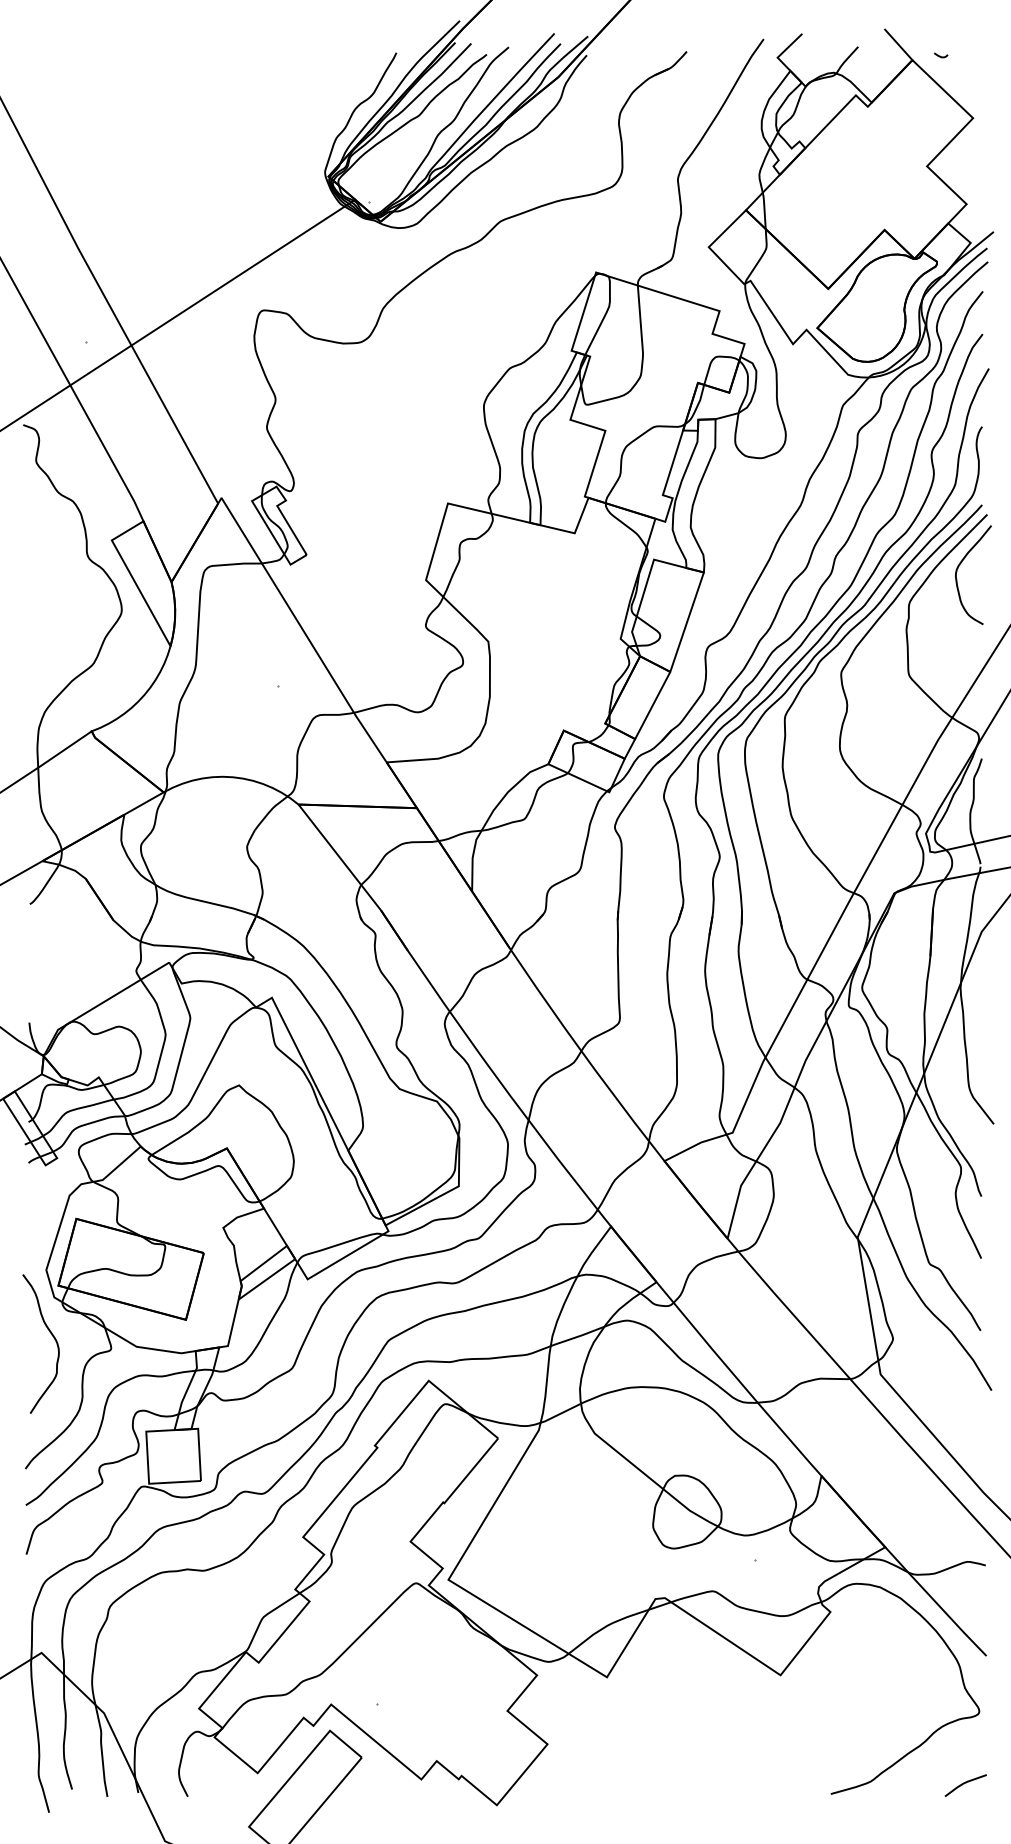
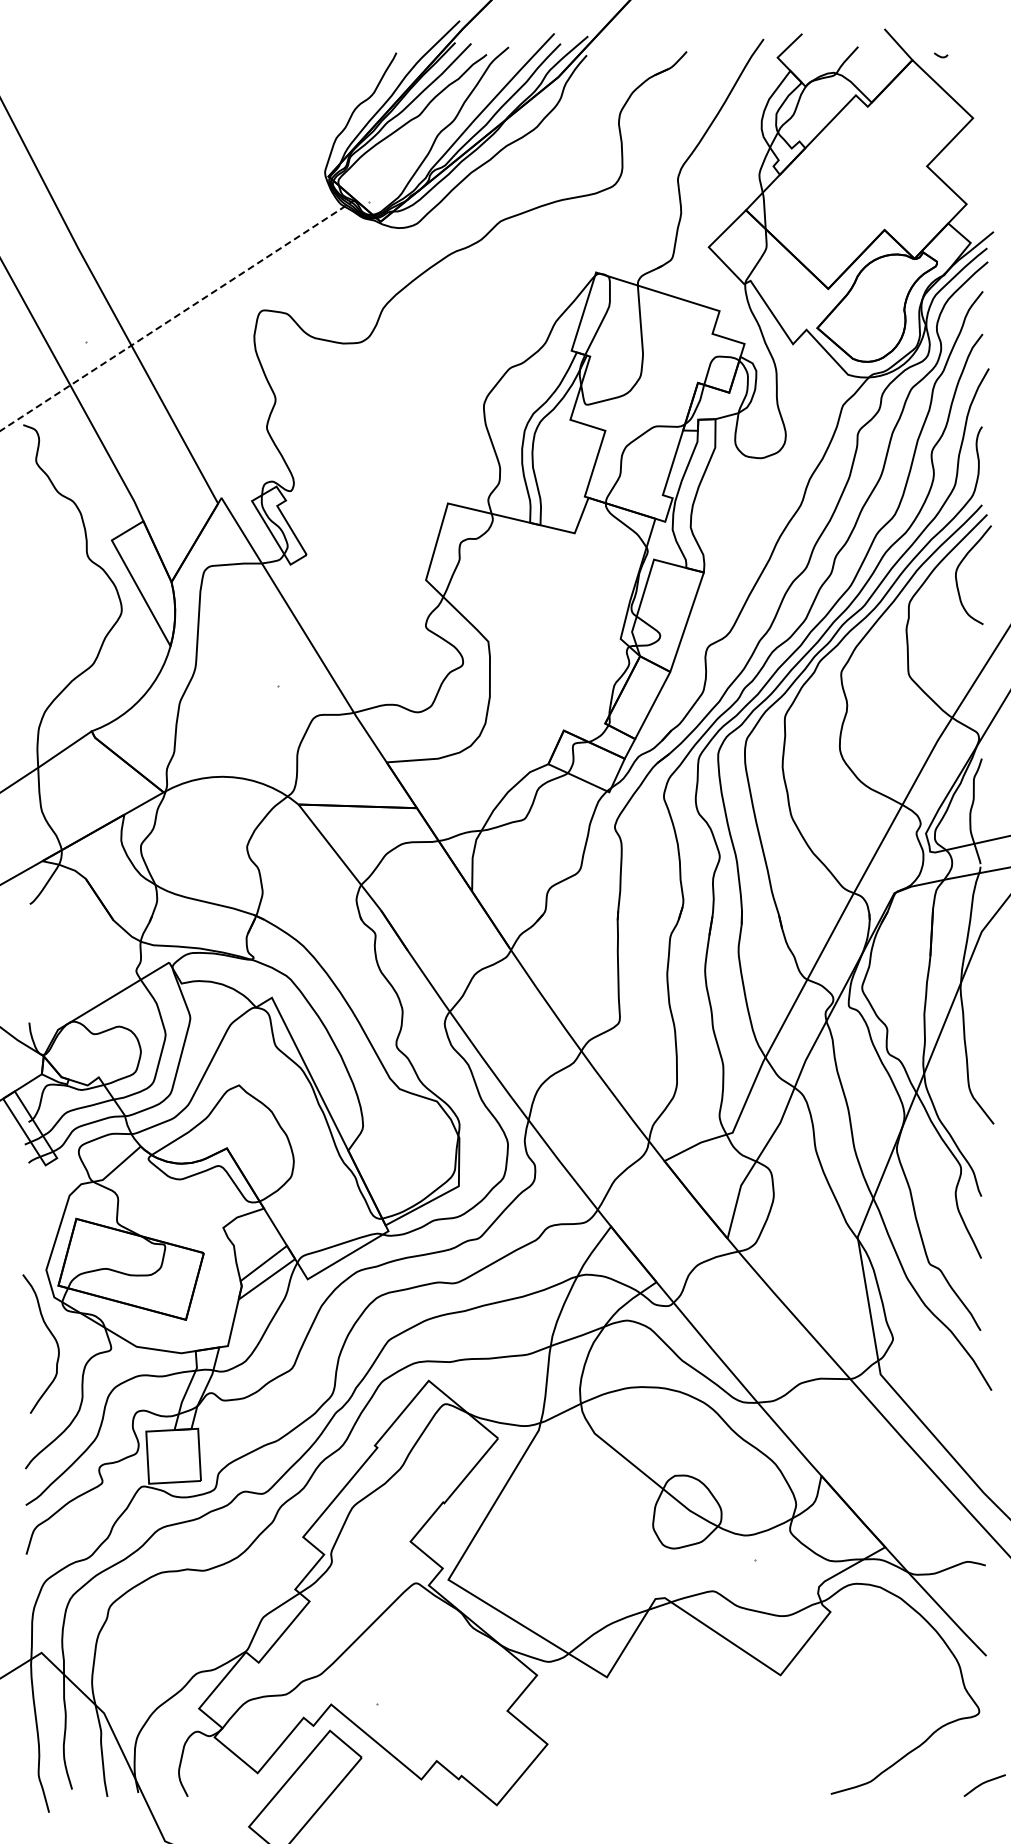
line at (177, 315): solid -> dashed
line at (964, 1784) position: (964, 1784) -> (983, 1784)
